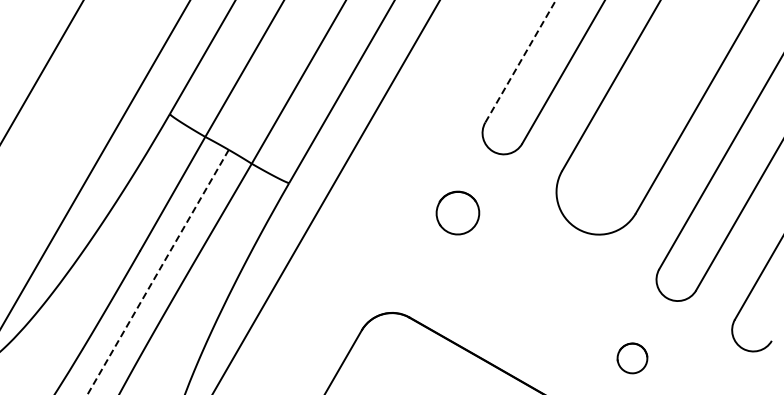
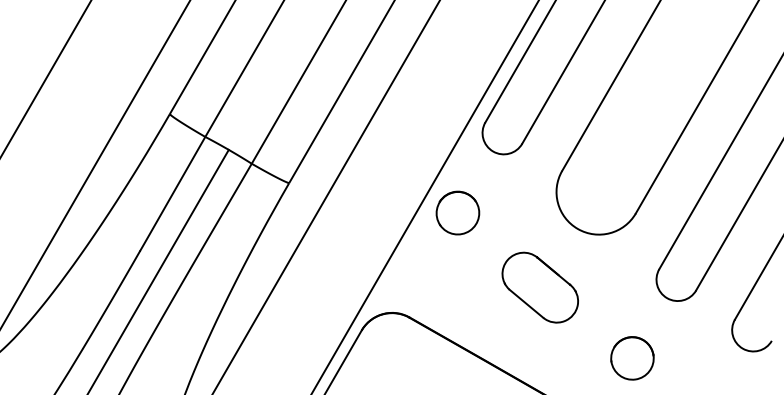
line at (520, 61): dashed -> solid
line at (42, 71) position: (42, 71) -> (46, 78)
line at (424, 196): none -> present
line at (157, 272): dashed -> solid
part at (539, 287): none -> present
part at (632, 358) size: 33x33 px -> 45x45 px
